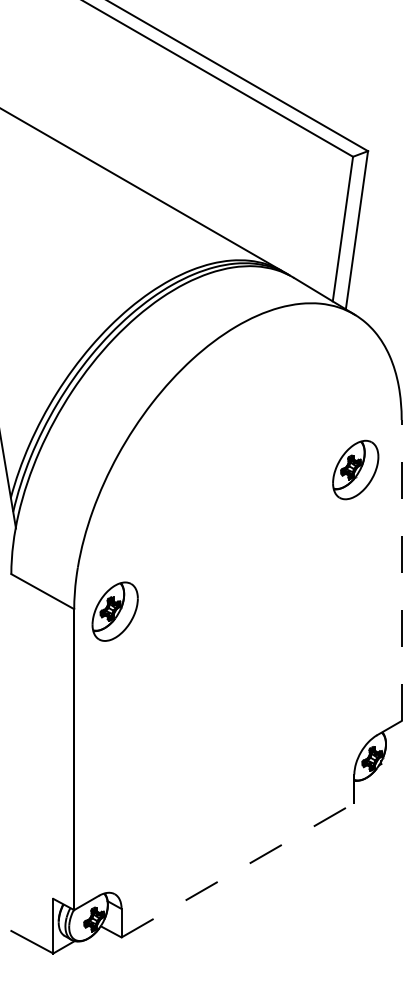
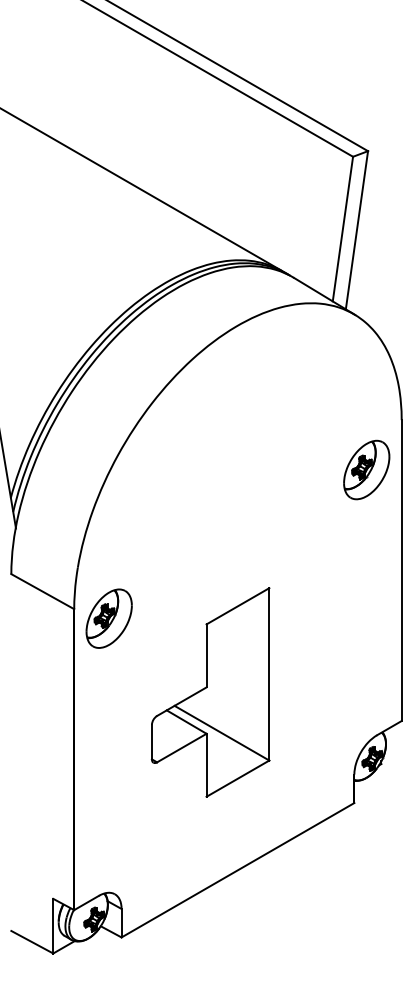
part at (355, 469) position: (355, 469) -> (366, 469)
line at (401, 570): dashed -> solid
part at (114, 611) position: (114, 611) -> (108, 618)
part at (210, 692): none -> present
line at (238, 870): dashed -> solid
